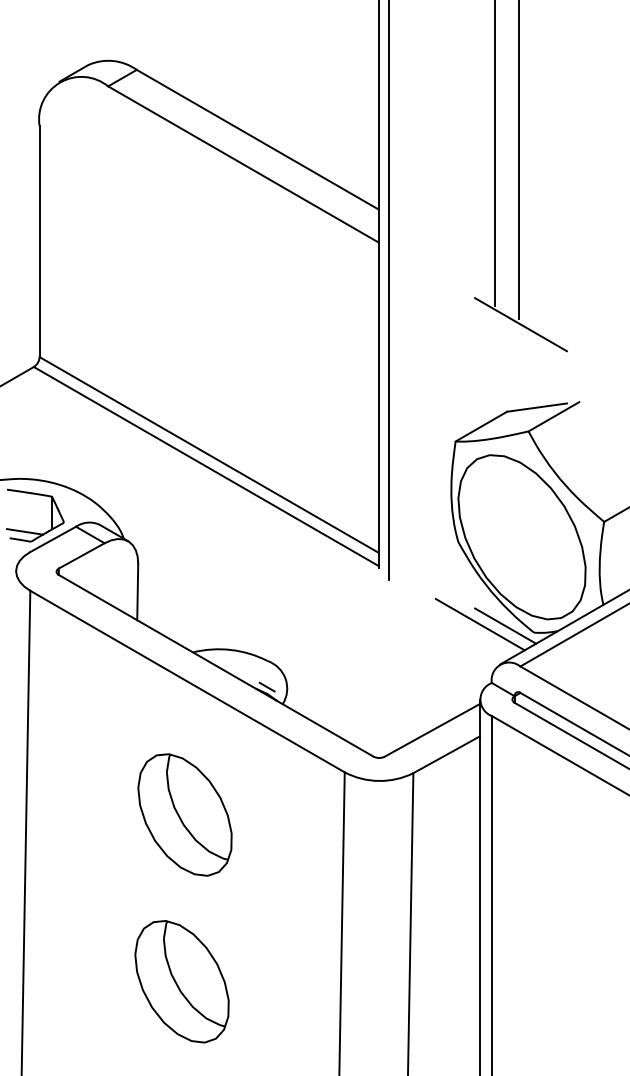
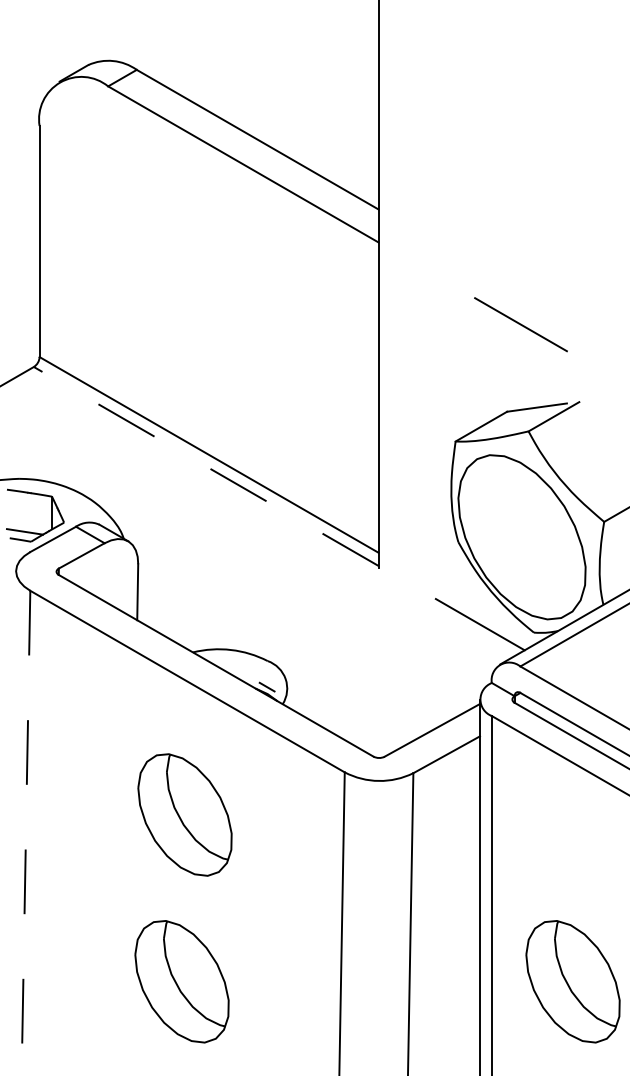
line at (494, 154): present -> none
line at (518, 160): present -> none
line at (388, 290): present -> none
line at (205, 466): solid -> dashed
line at (505, 625): present -> none
line at (25, 833): solid -> dashed
part at (572, 981): none -> present
